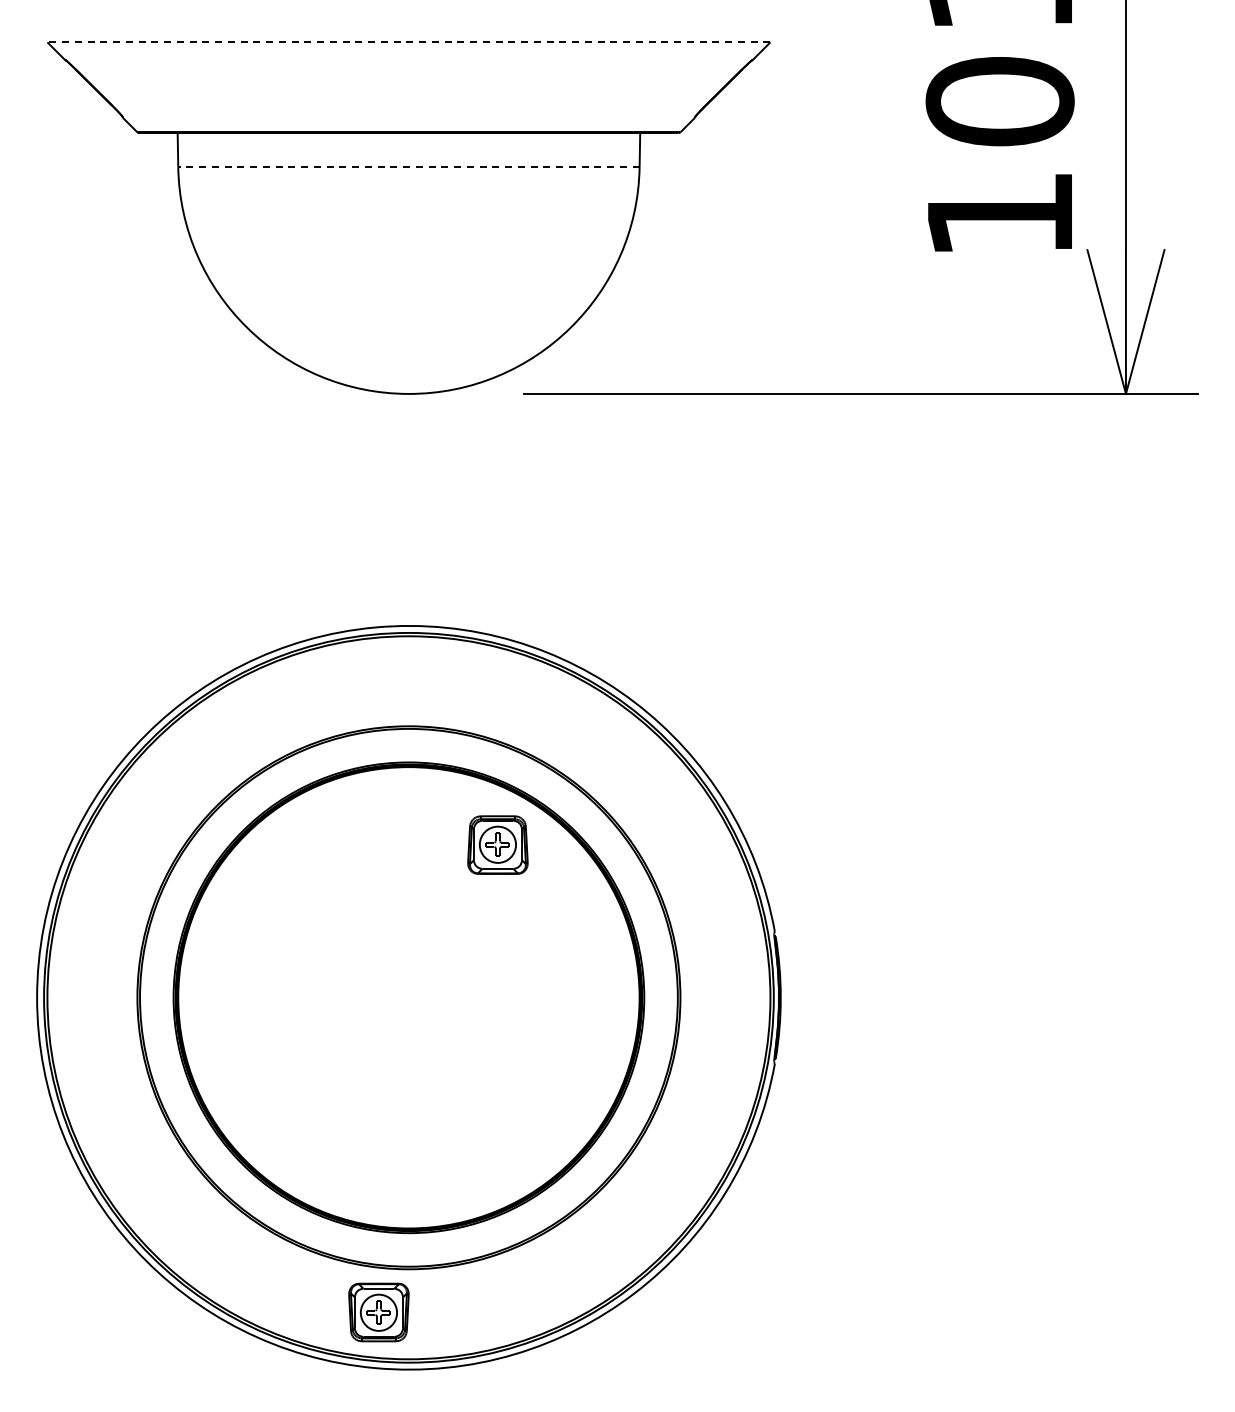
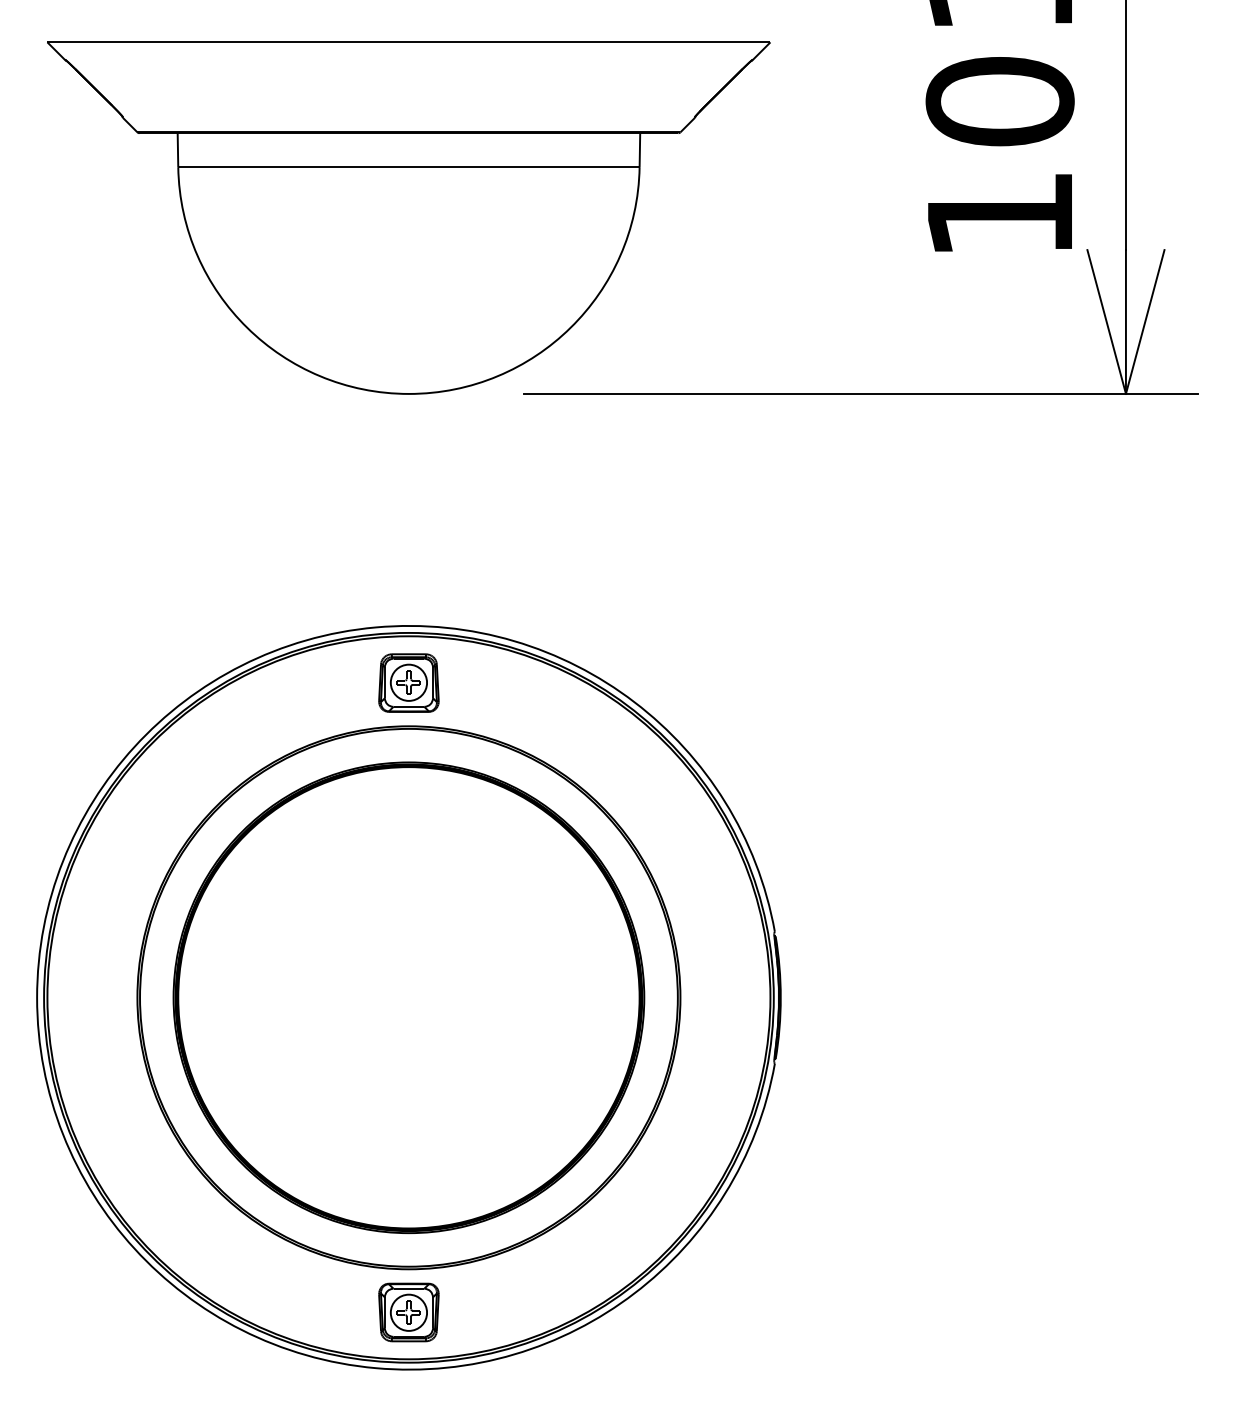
line at (408, 42): dashed -> solid
line at (408, 167): dashed -> solid
part at (497, 844) position: (497, 844) -> (408, 682)
part at (378, 1312) position: (378, 1312) -> (408, 1312)
